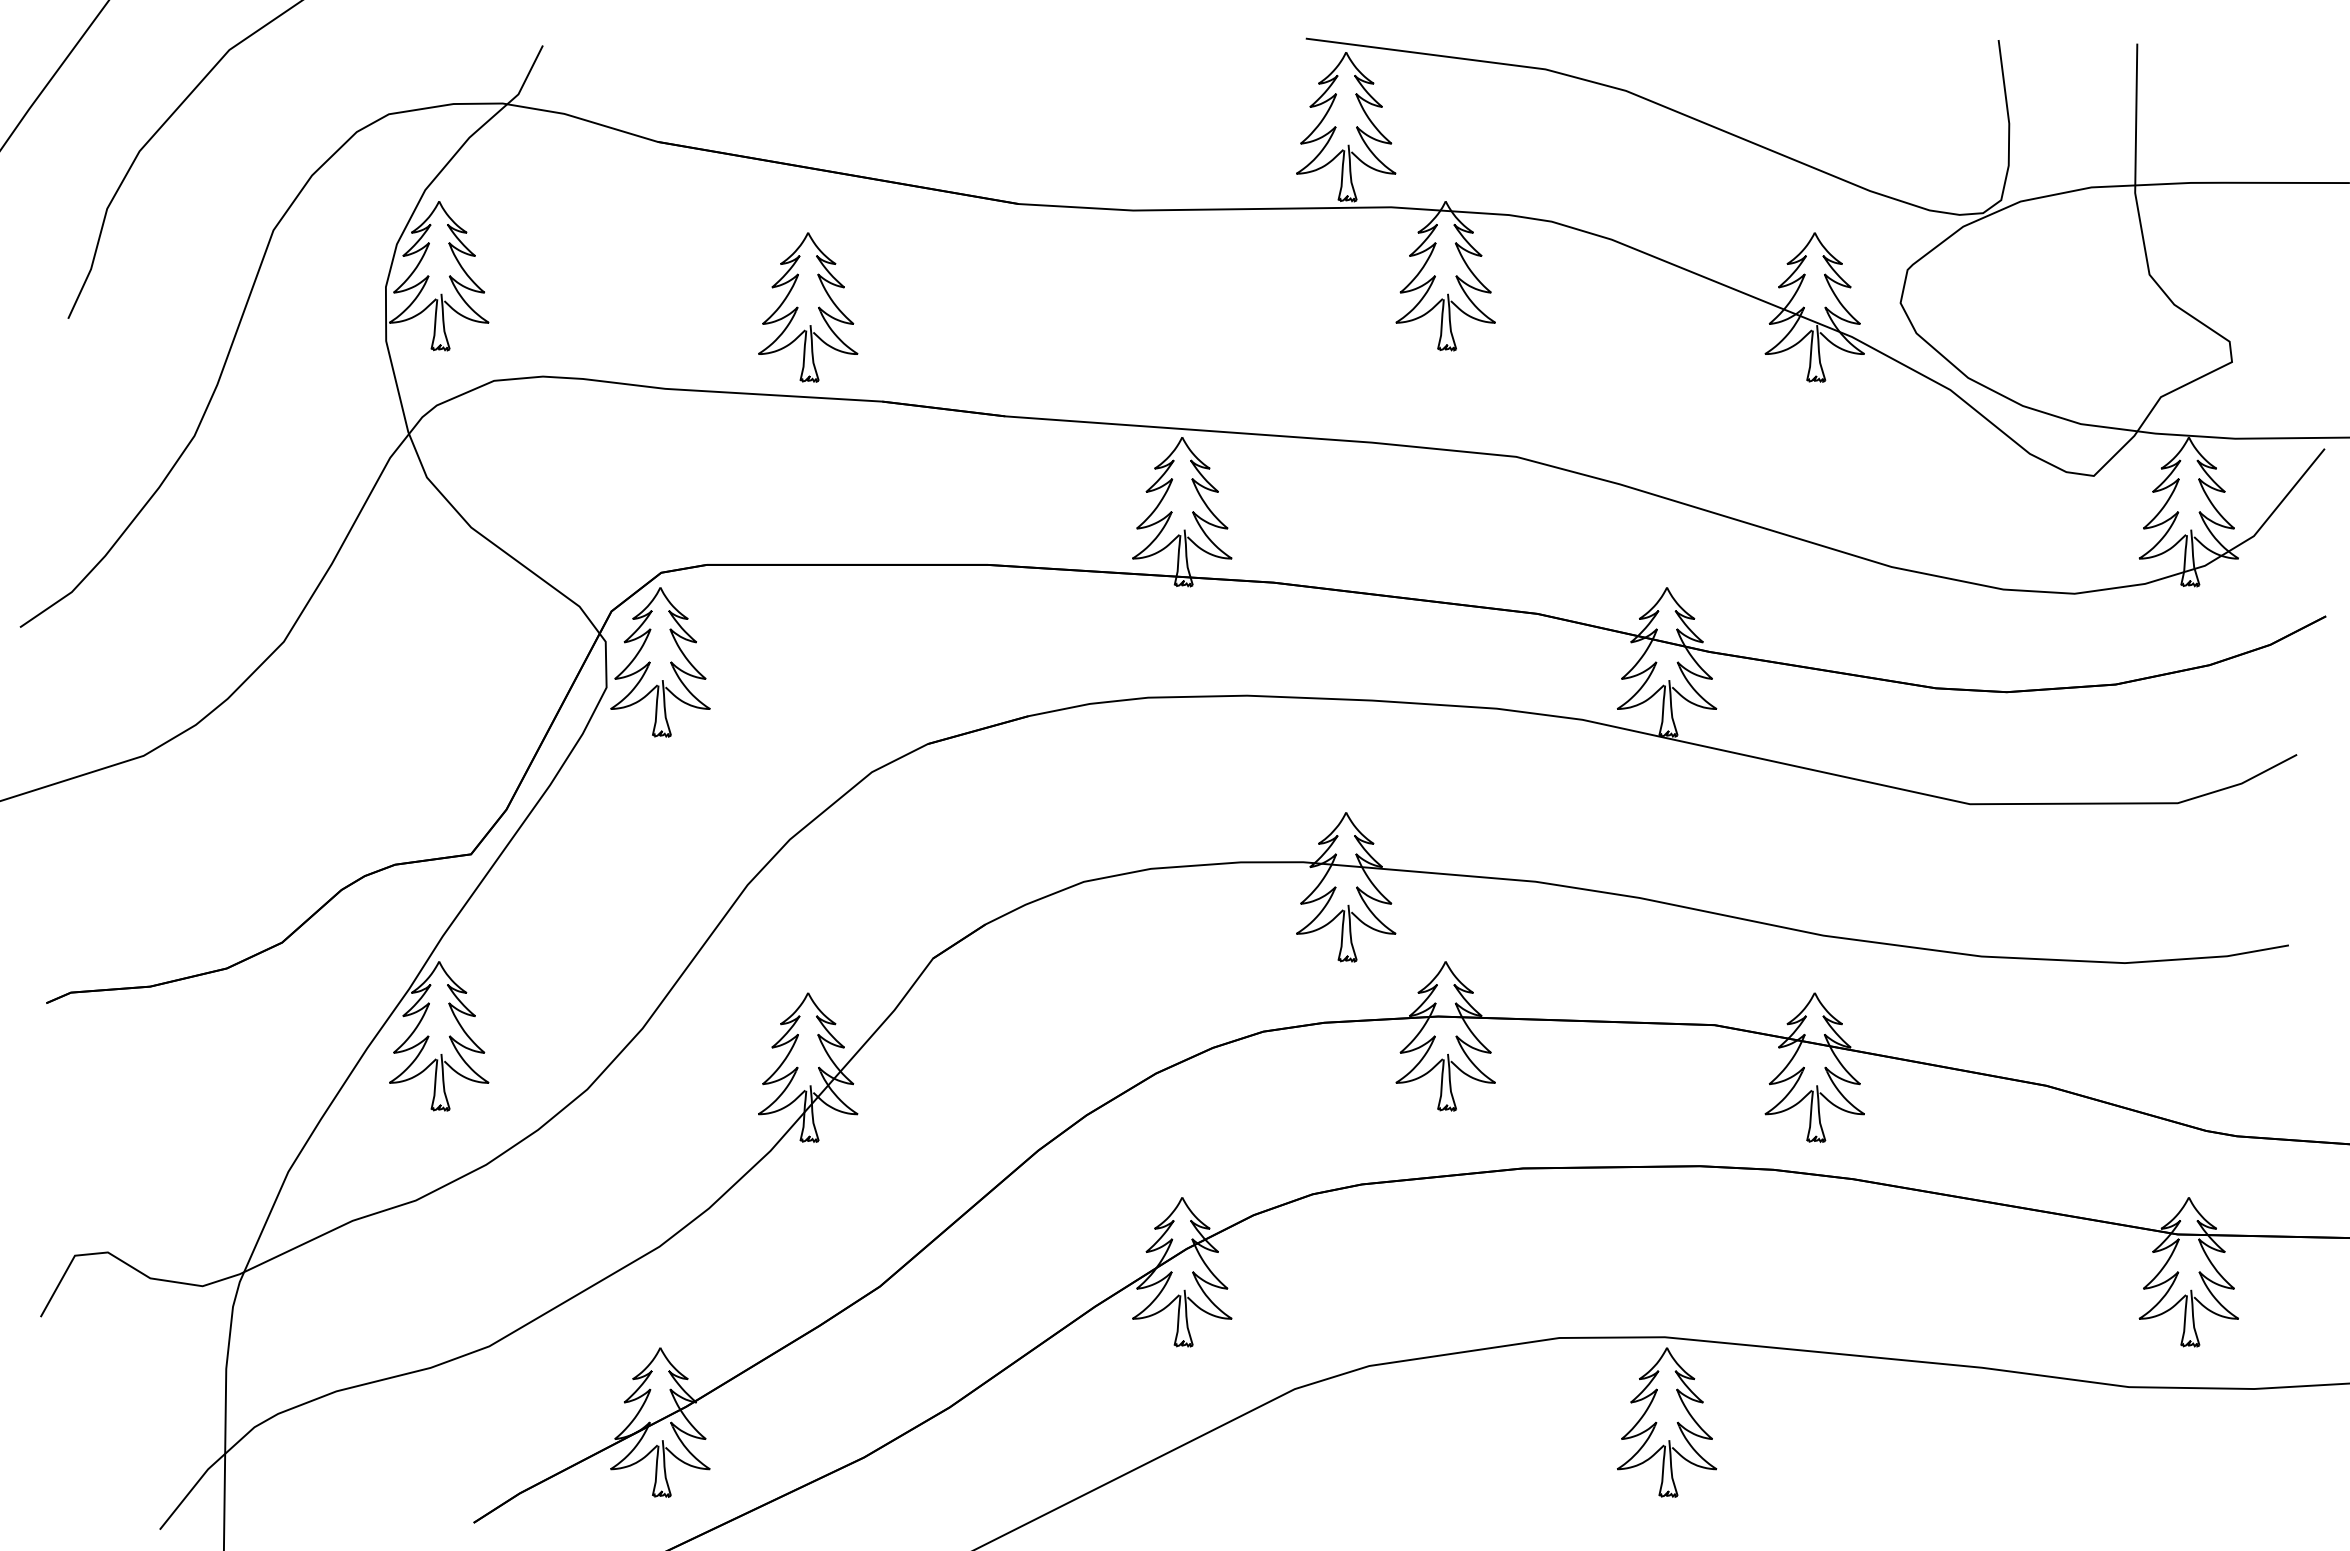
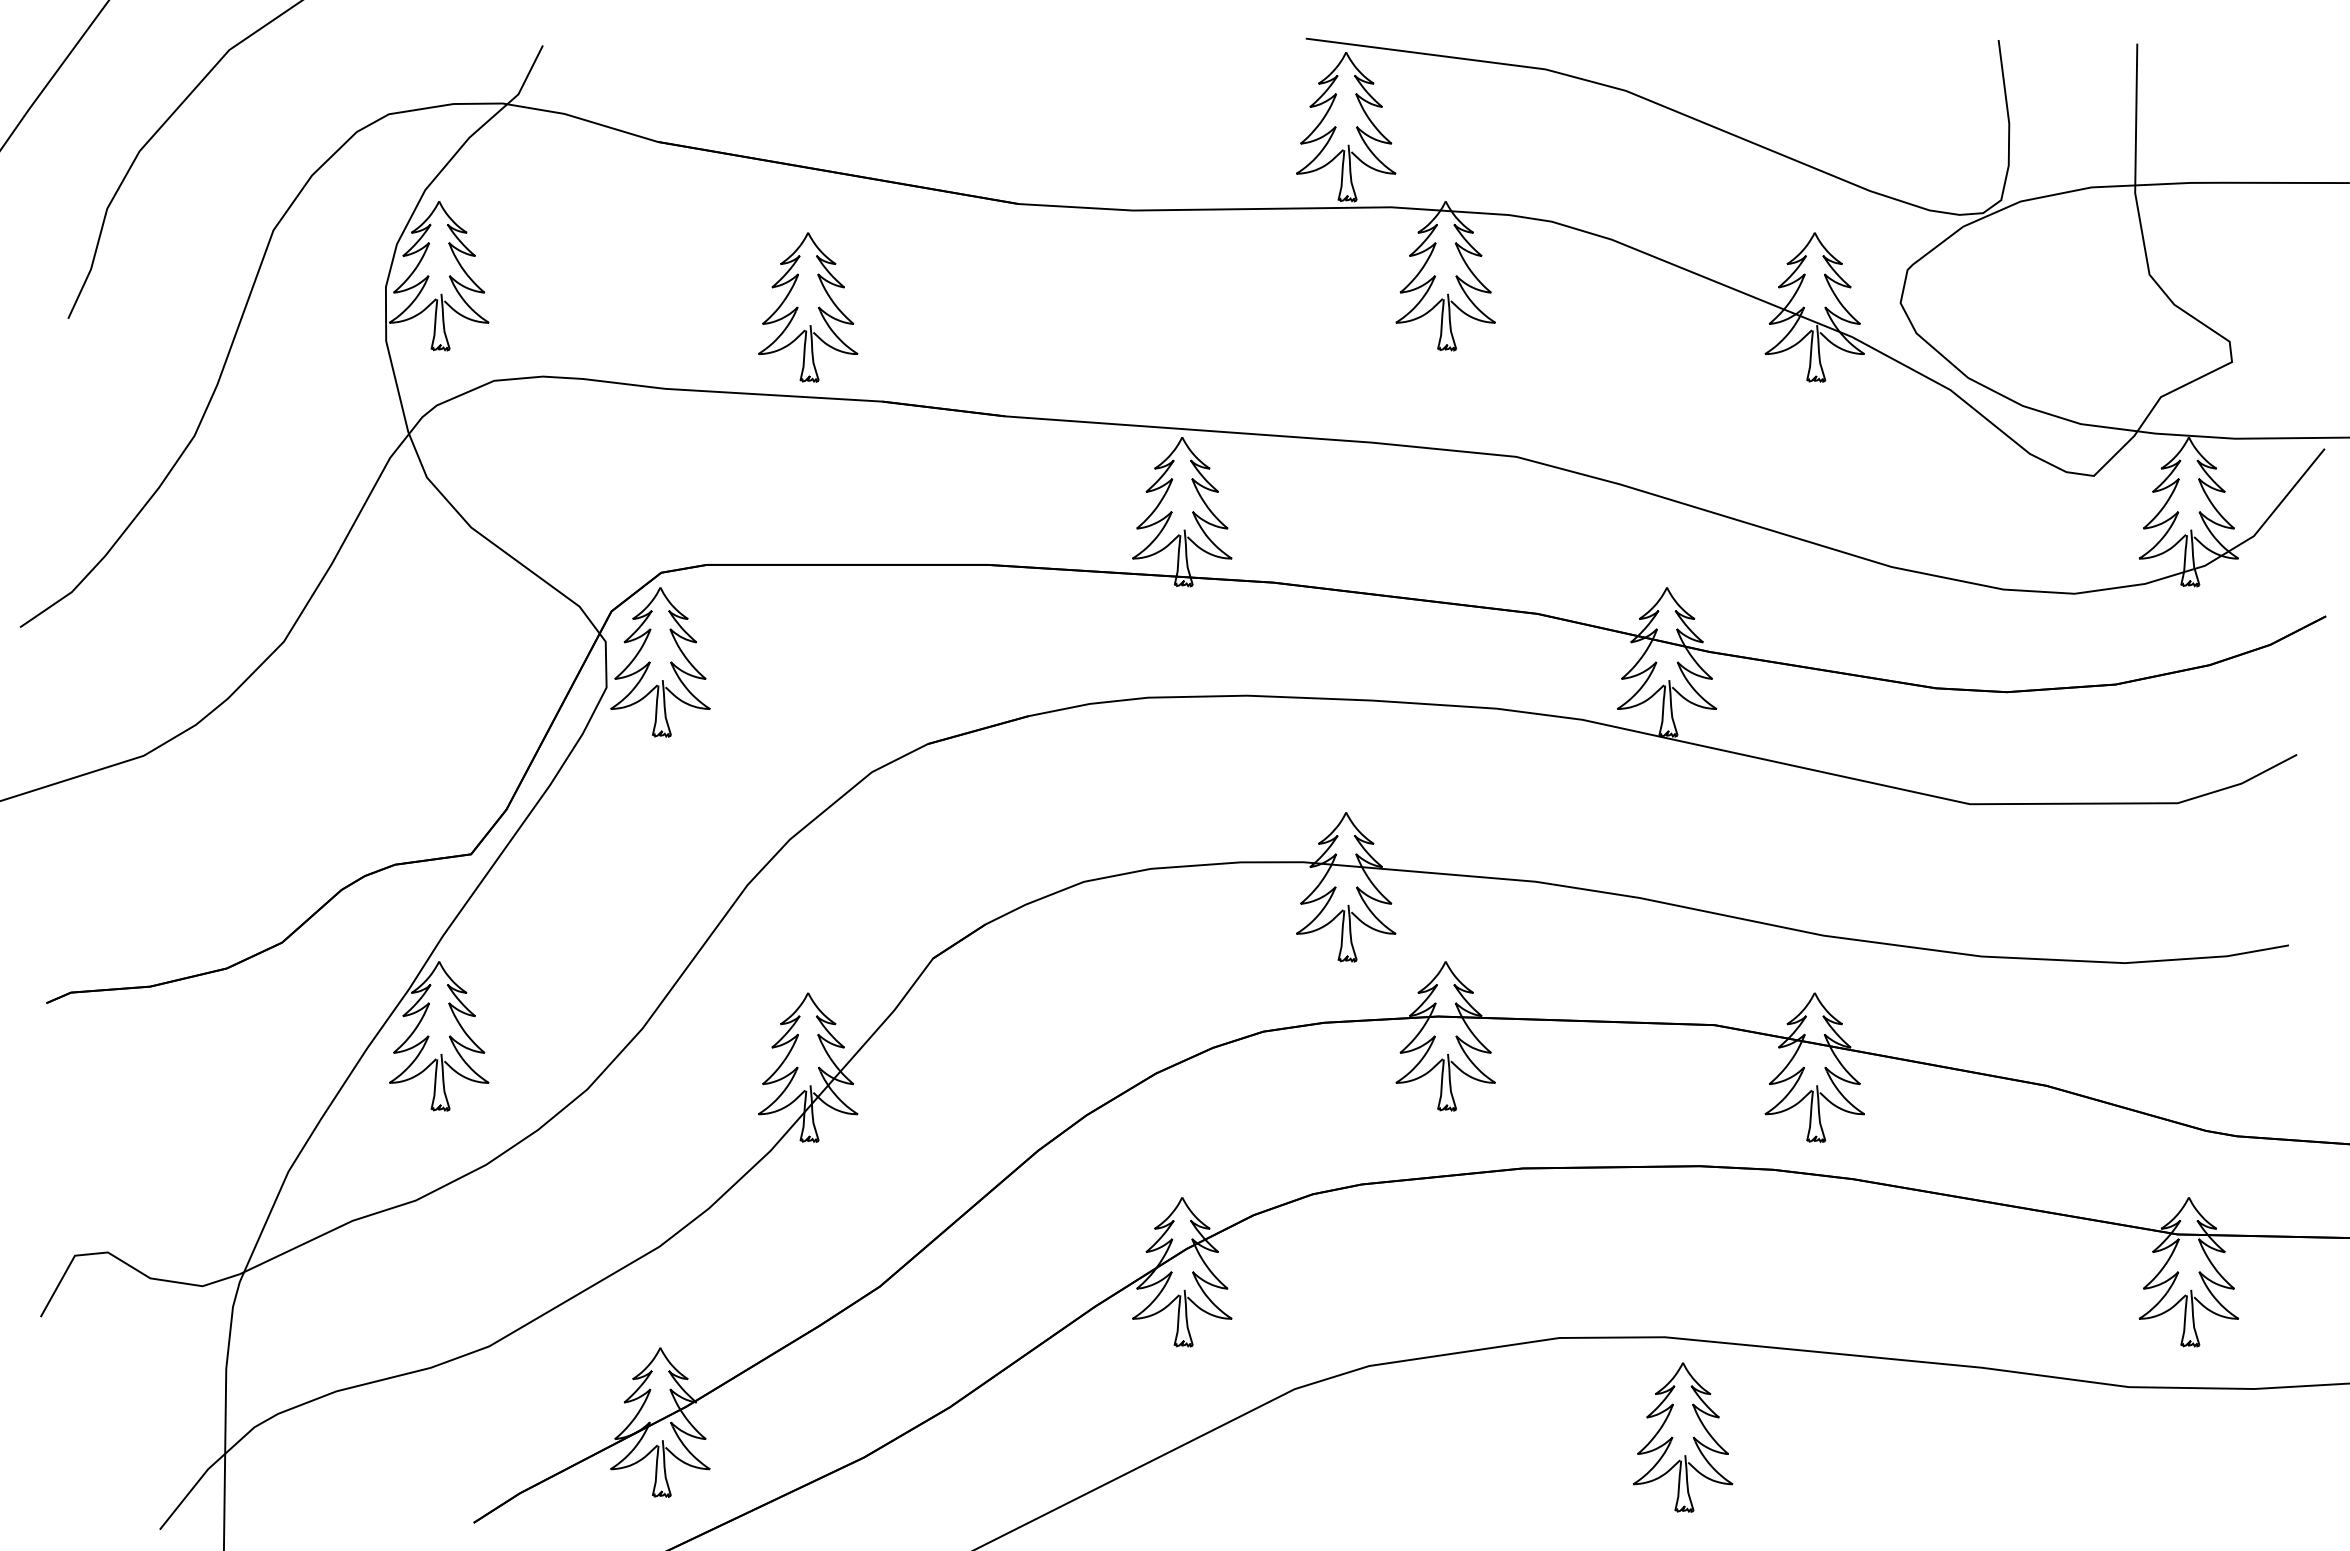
part at (1667, 1422) position: (1667, 1422) -> (1683, 1437)
